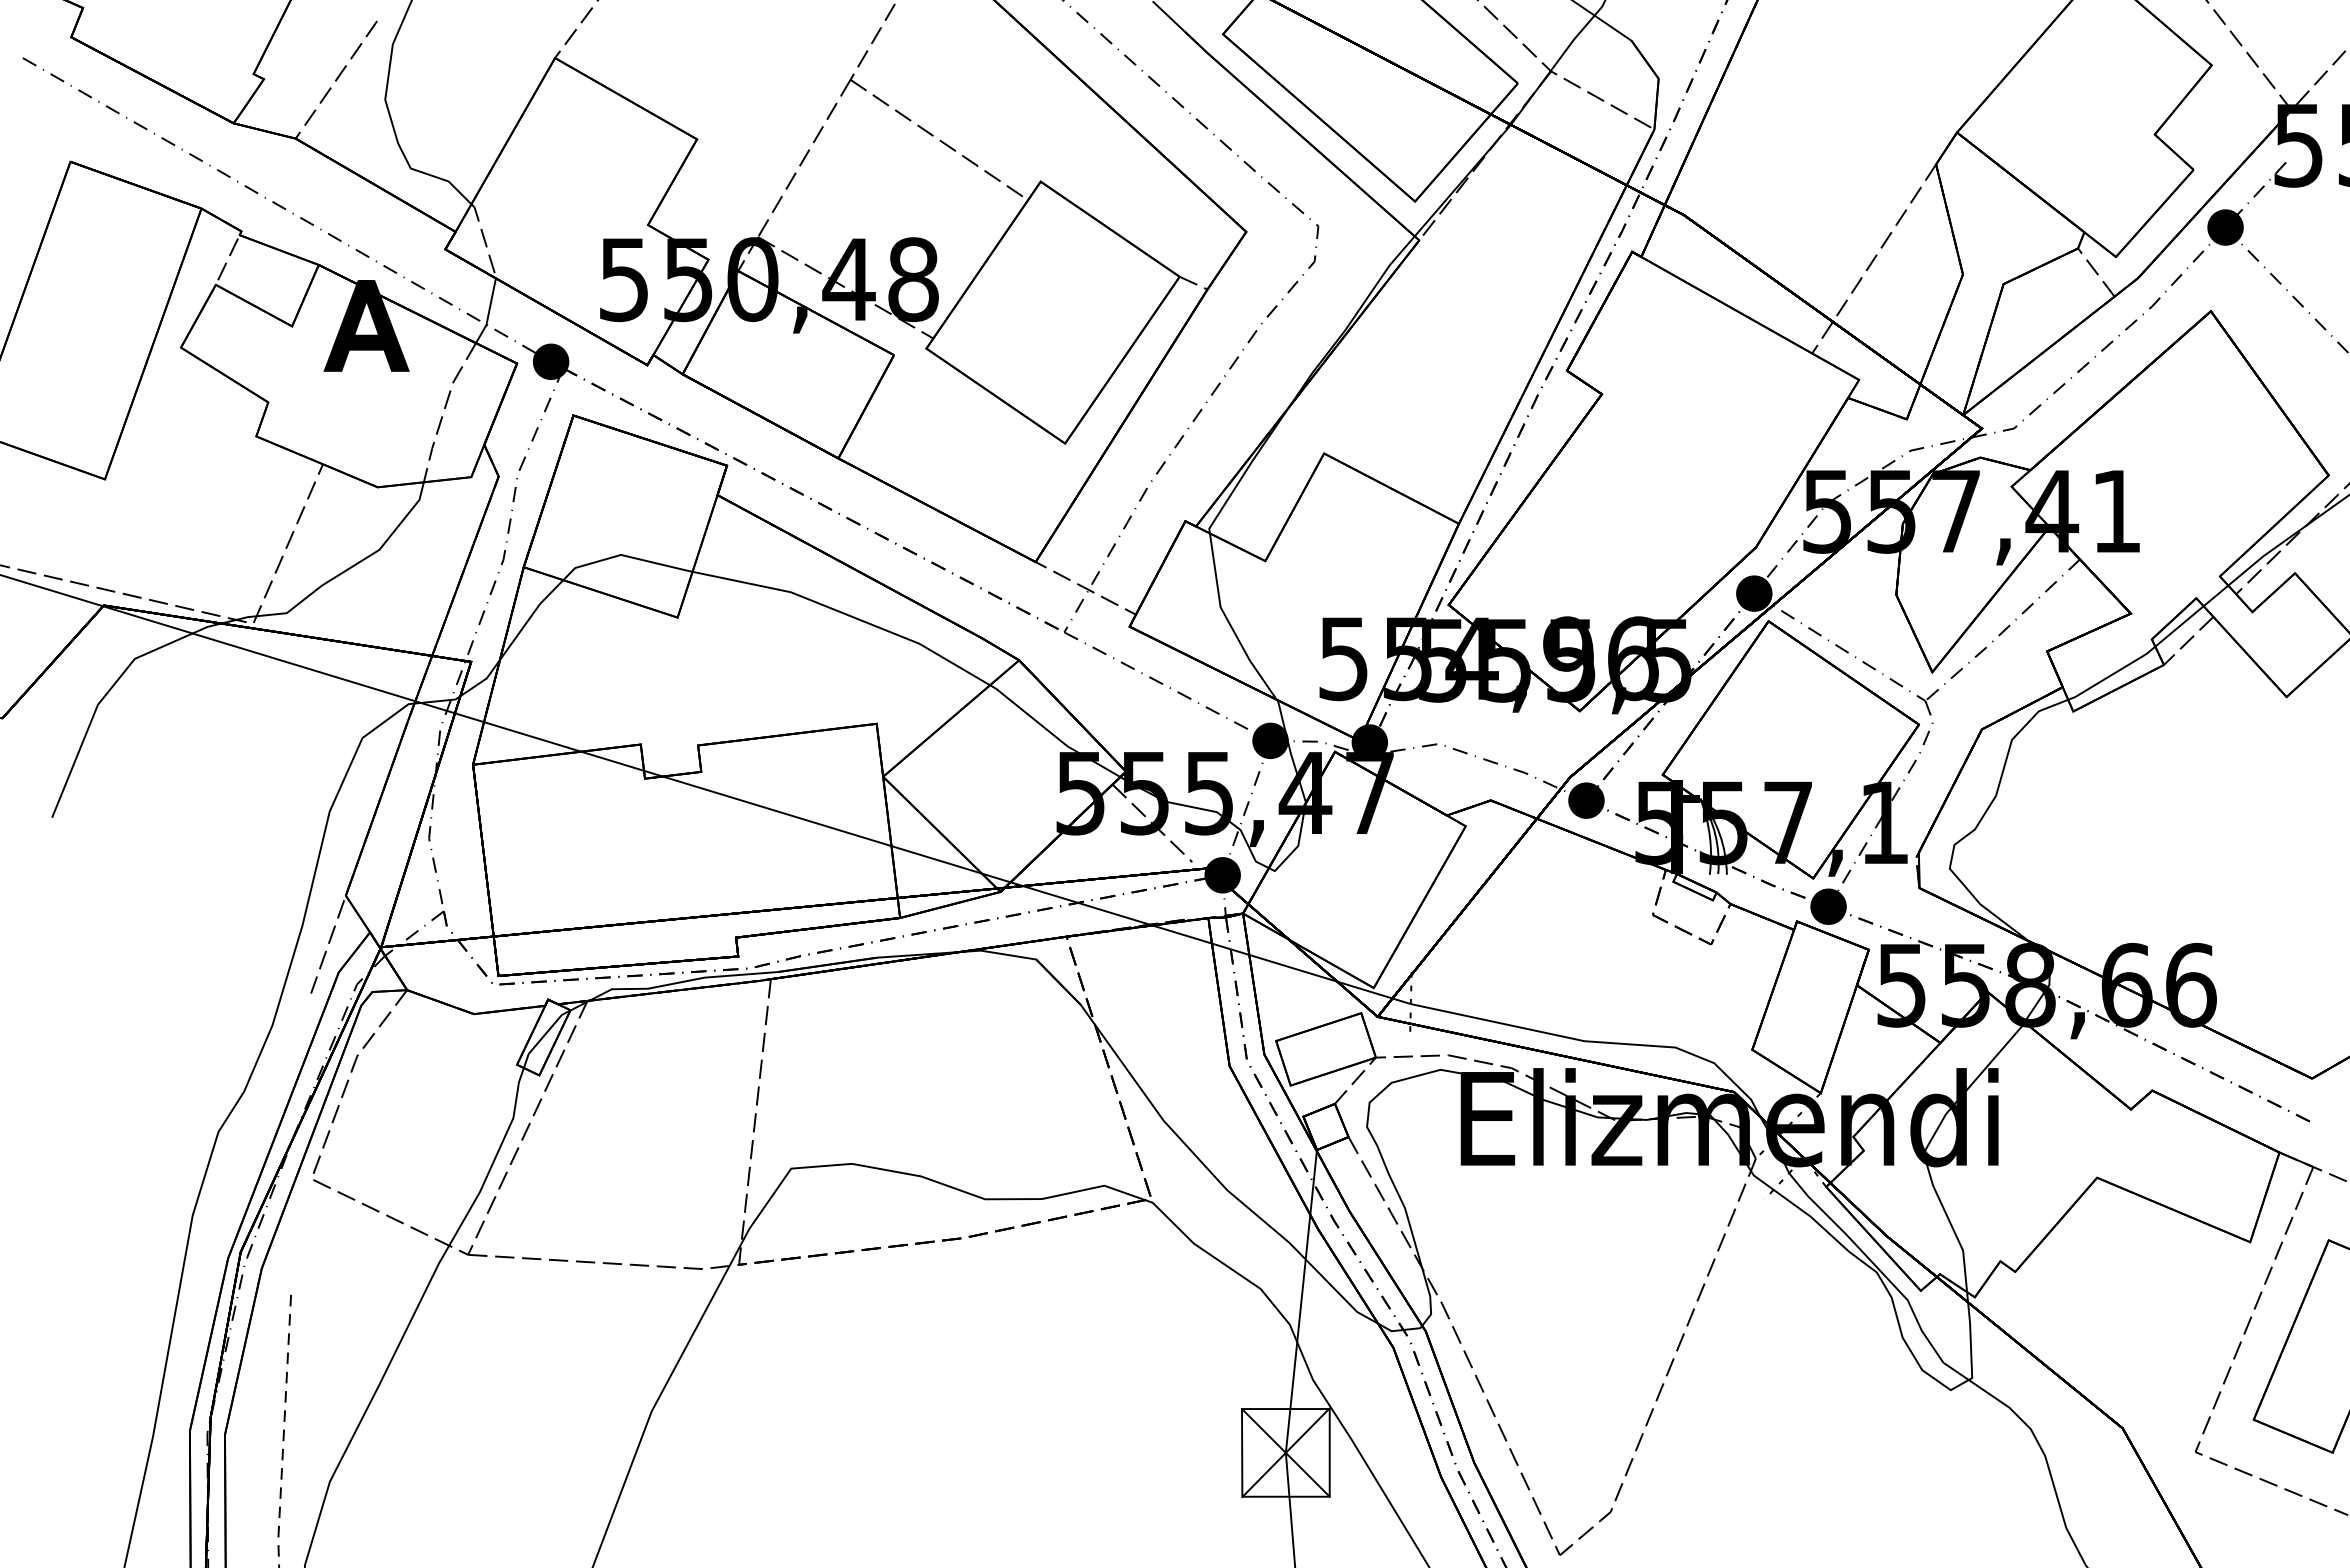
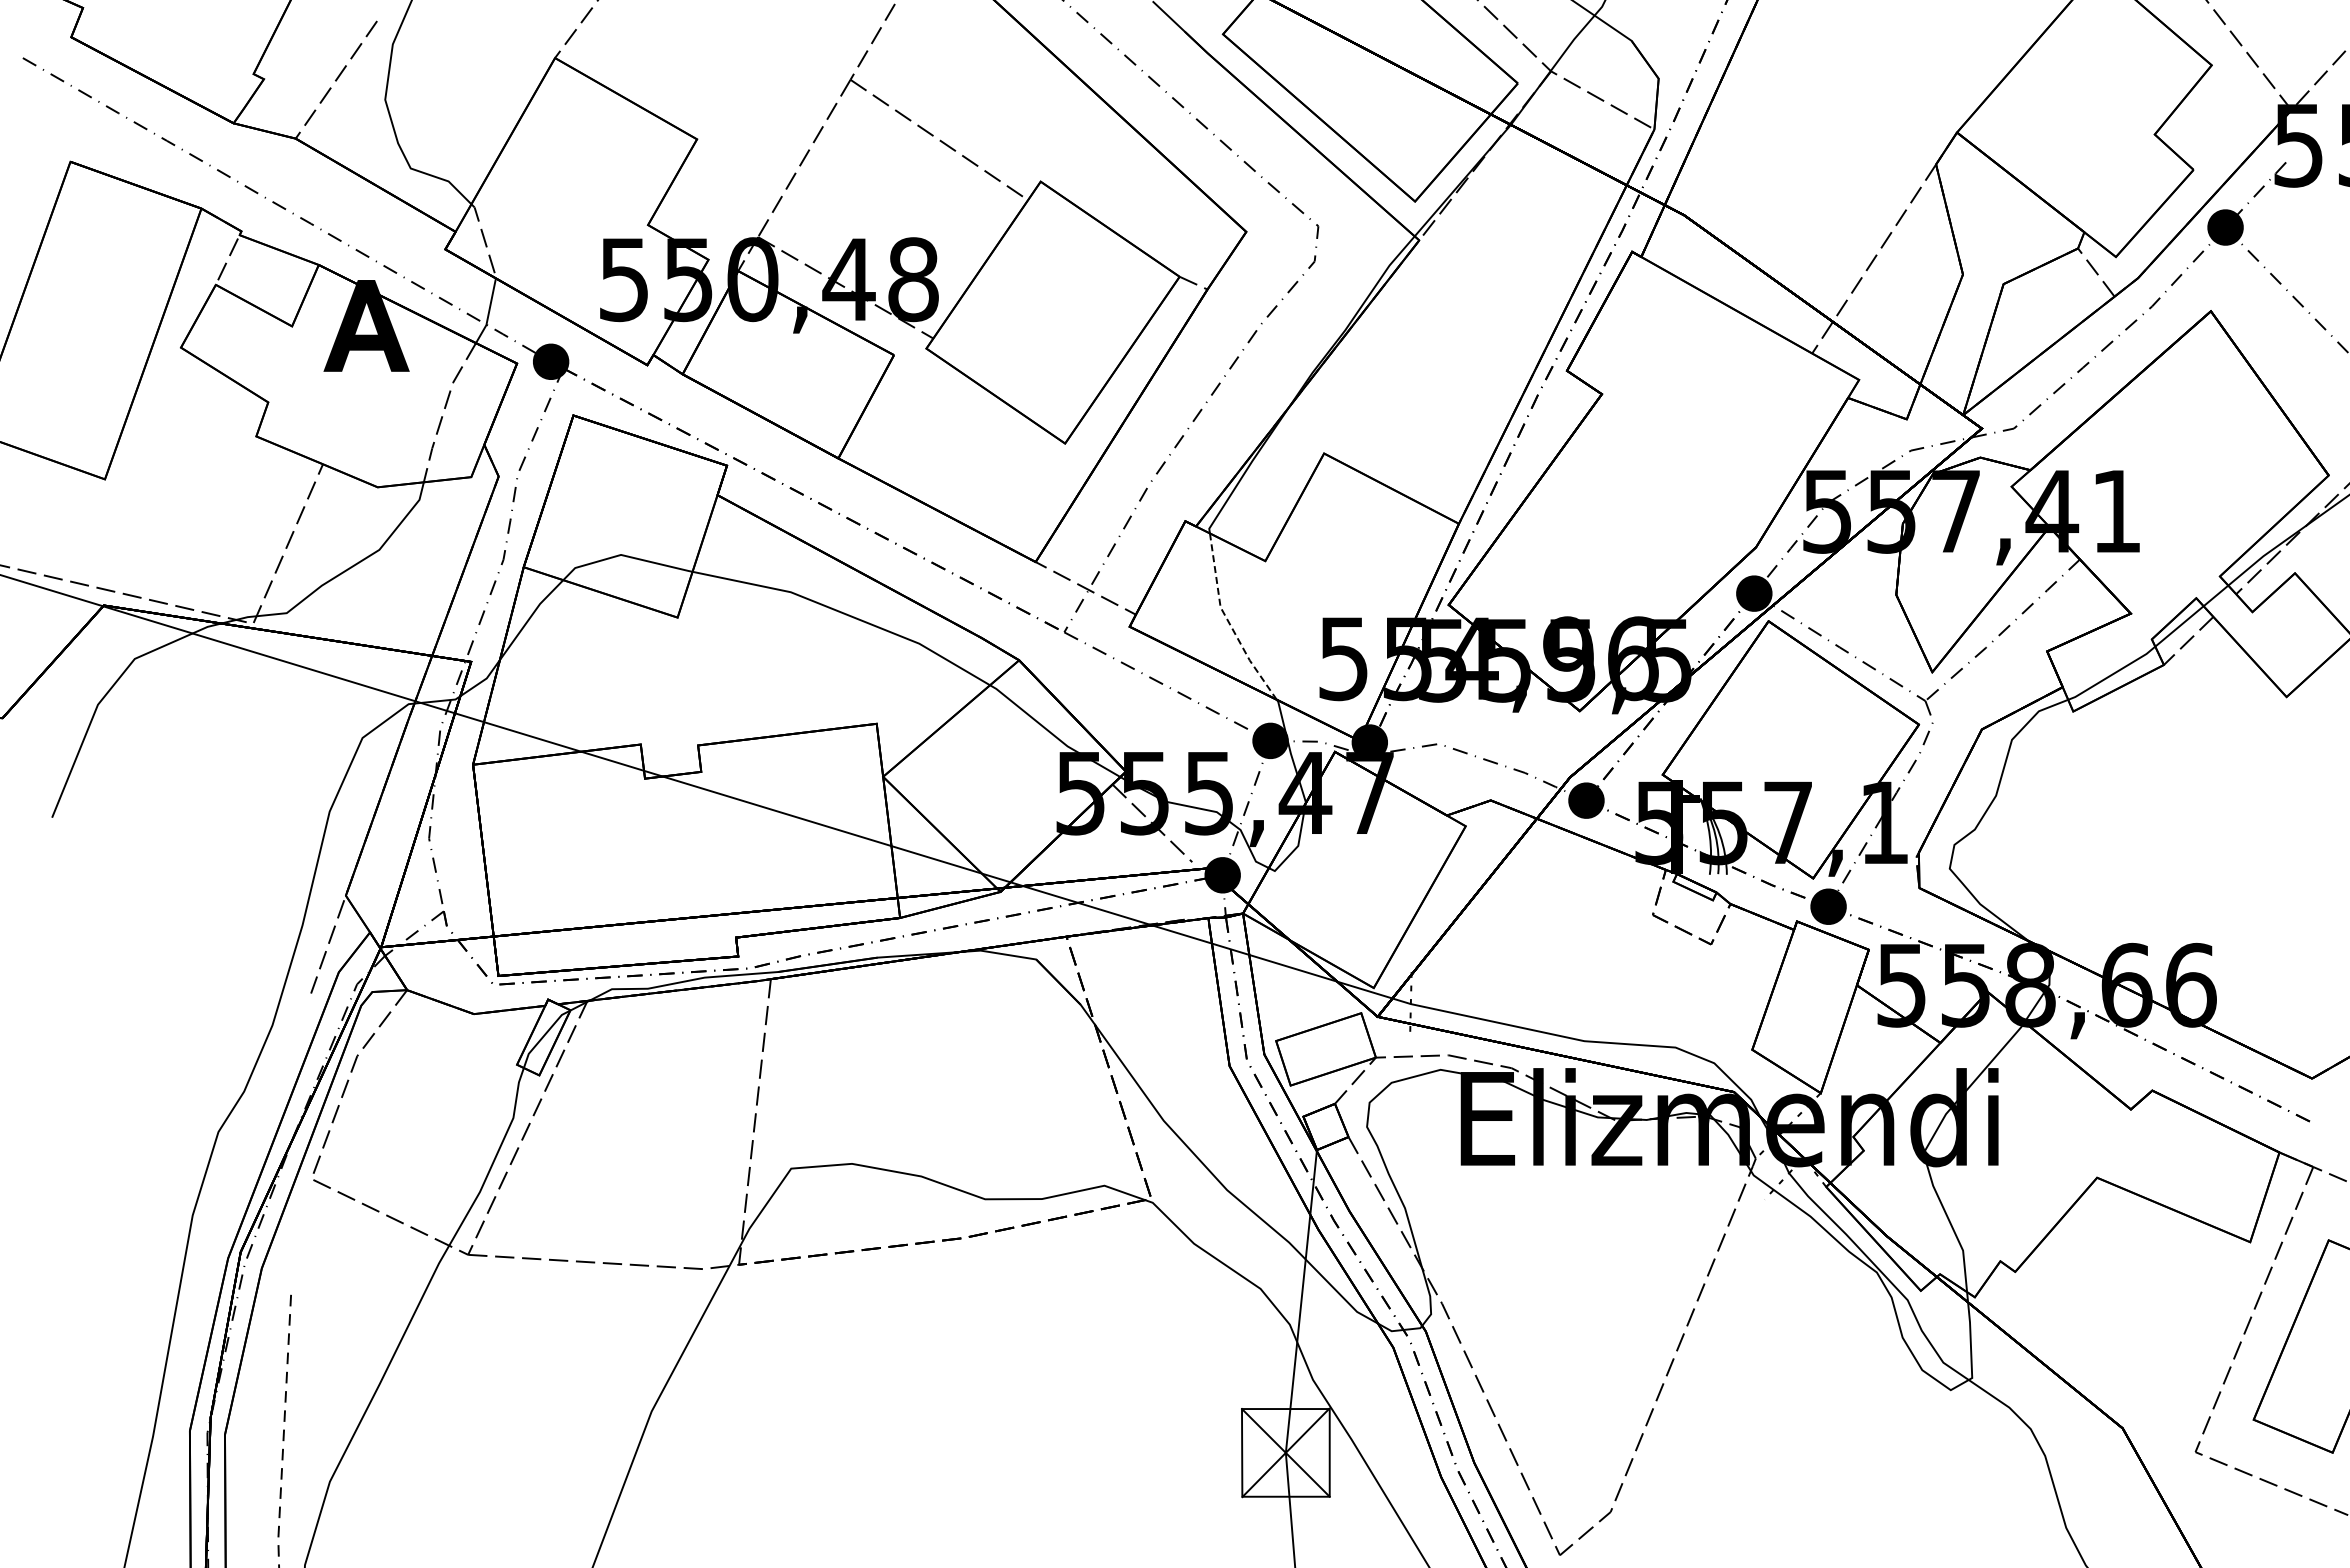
line at (1228, 622): solid -> dashed
